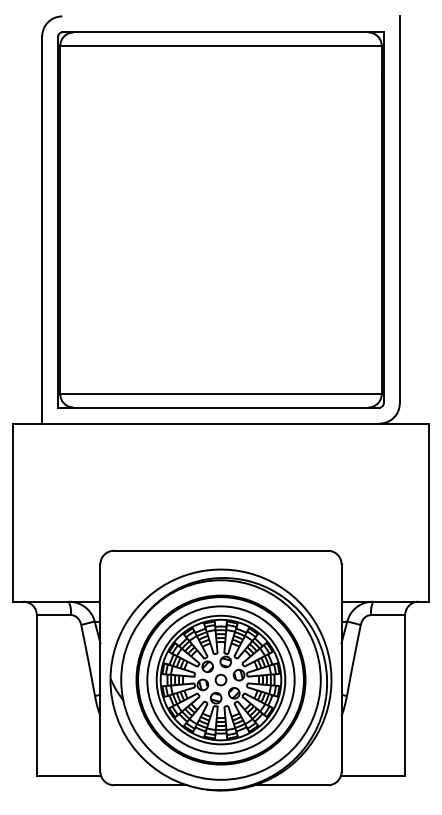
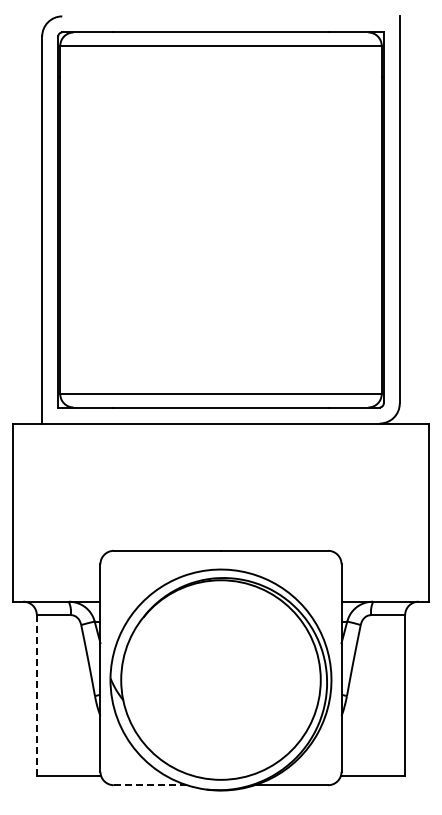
part at (220, 679): present -> none
line at (36, 695): solid -> dashed
line at (150, 785): solid -> dashed
